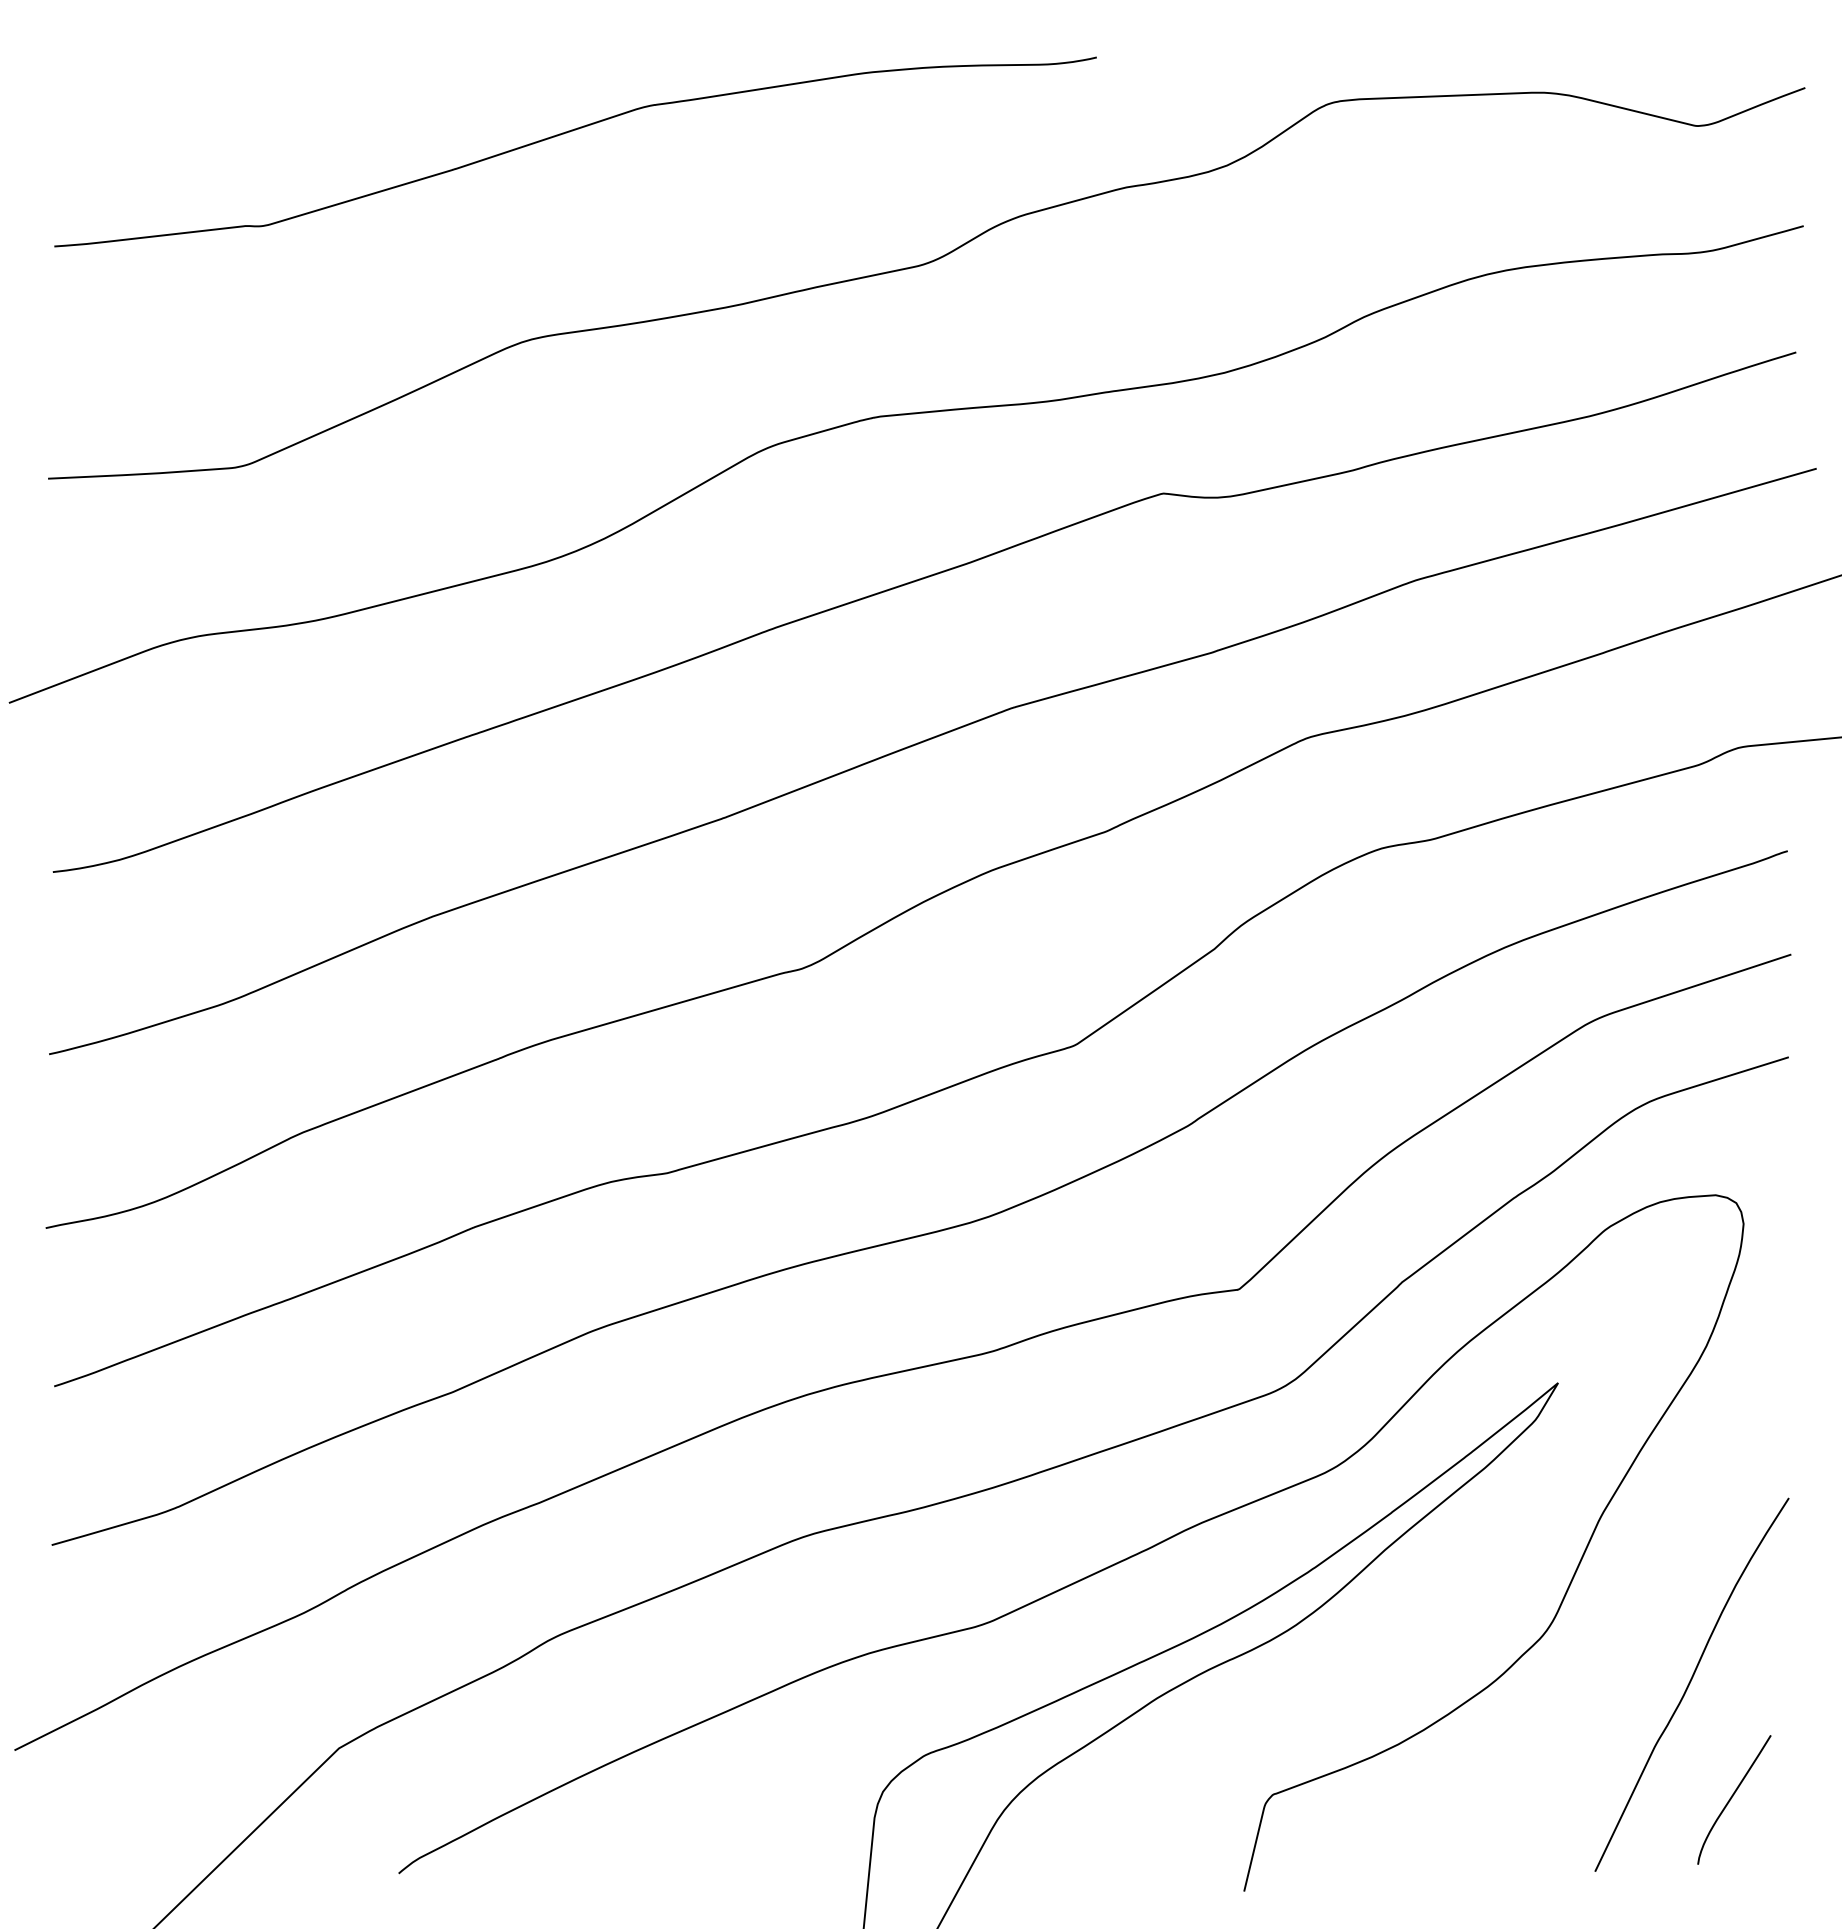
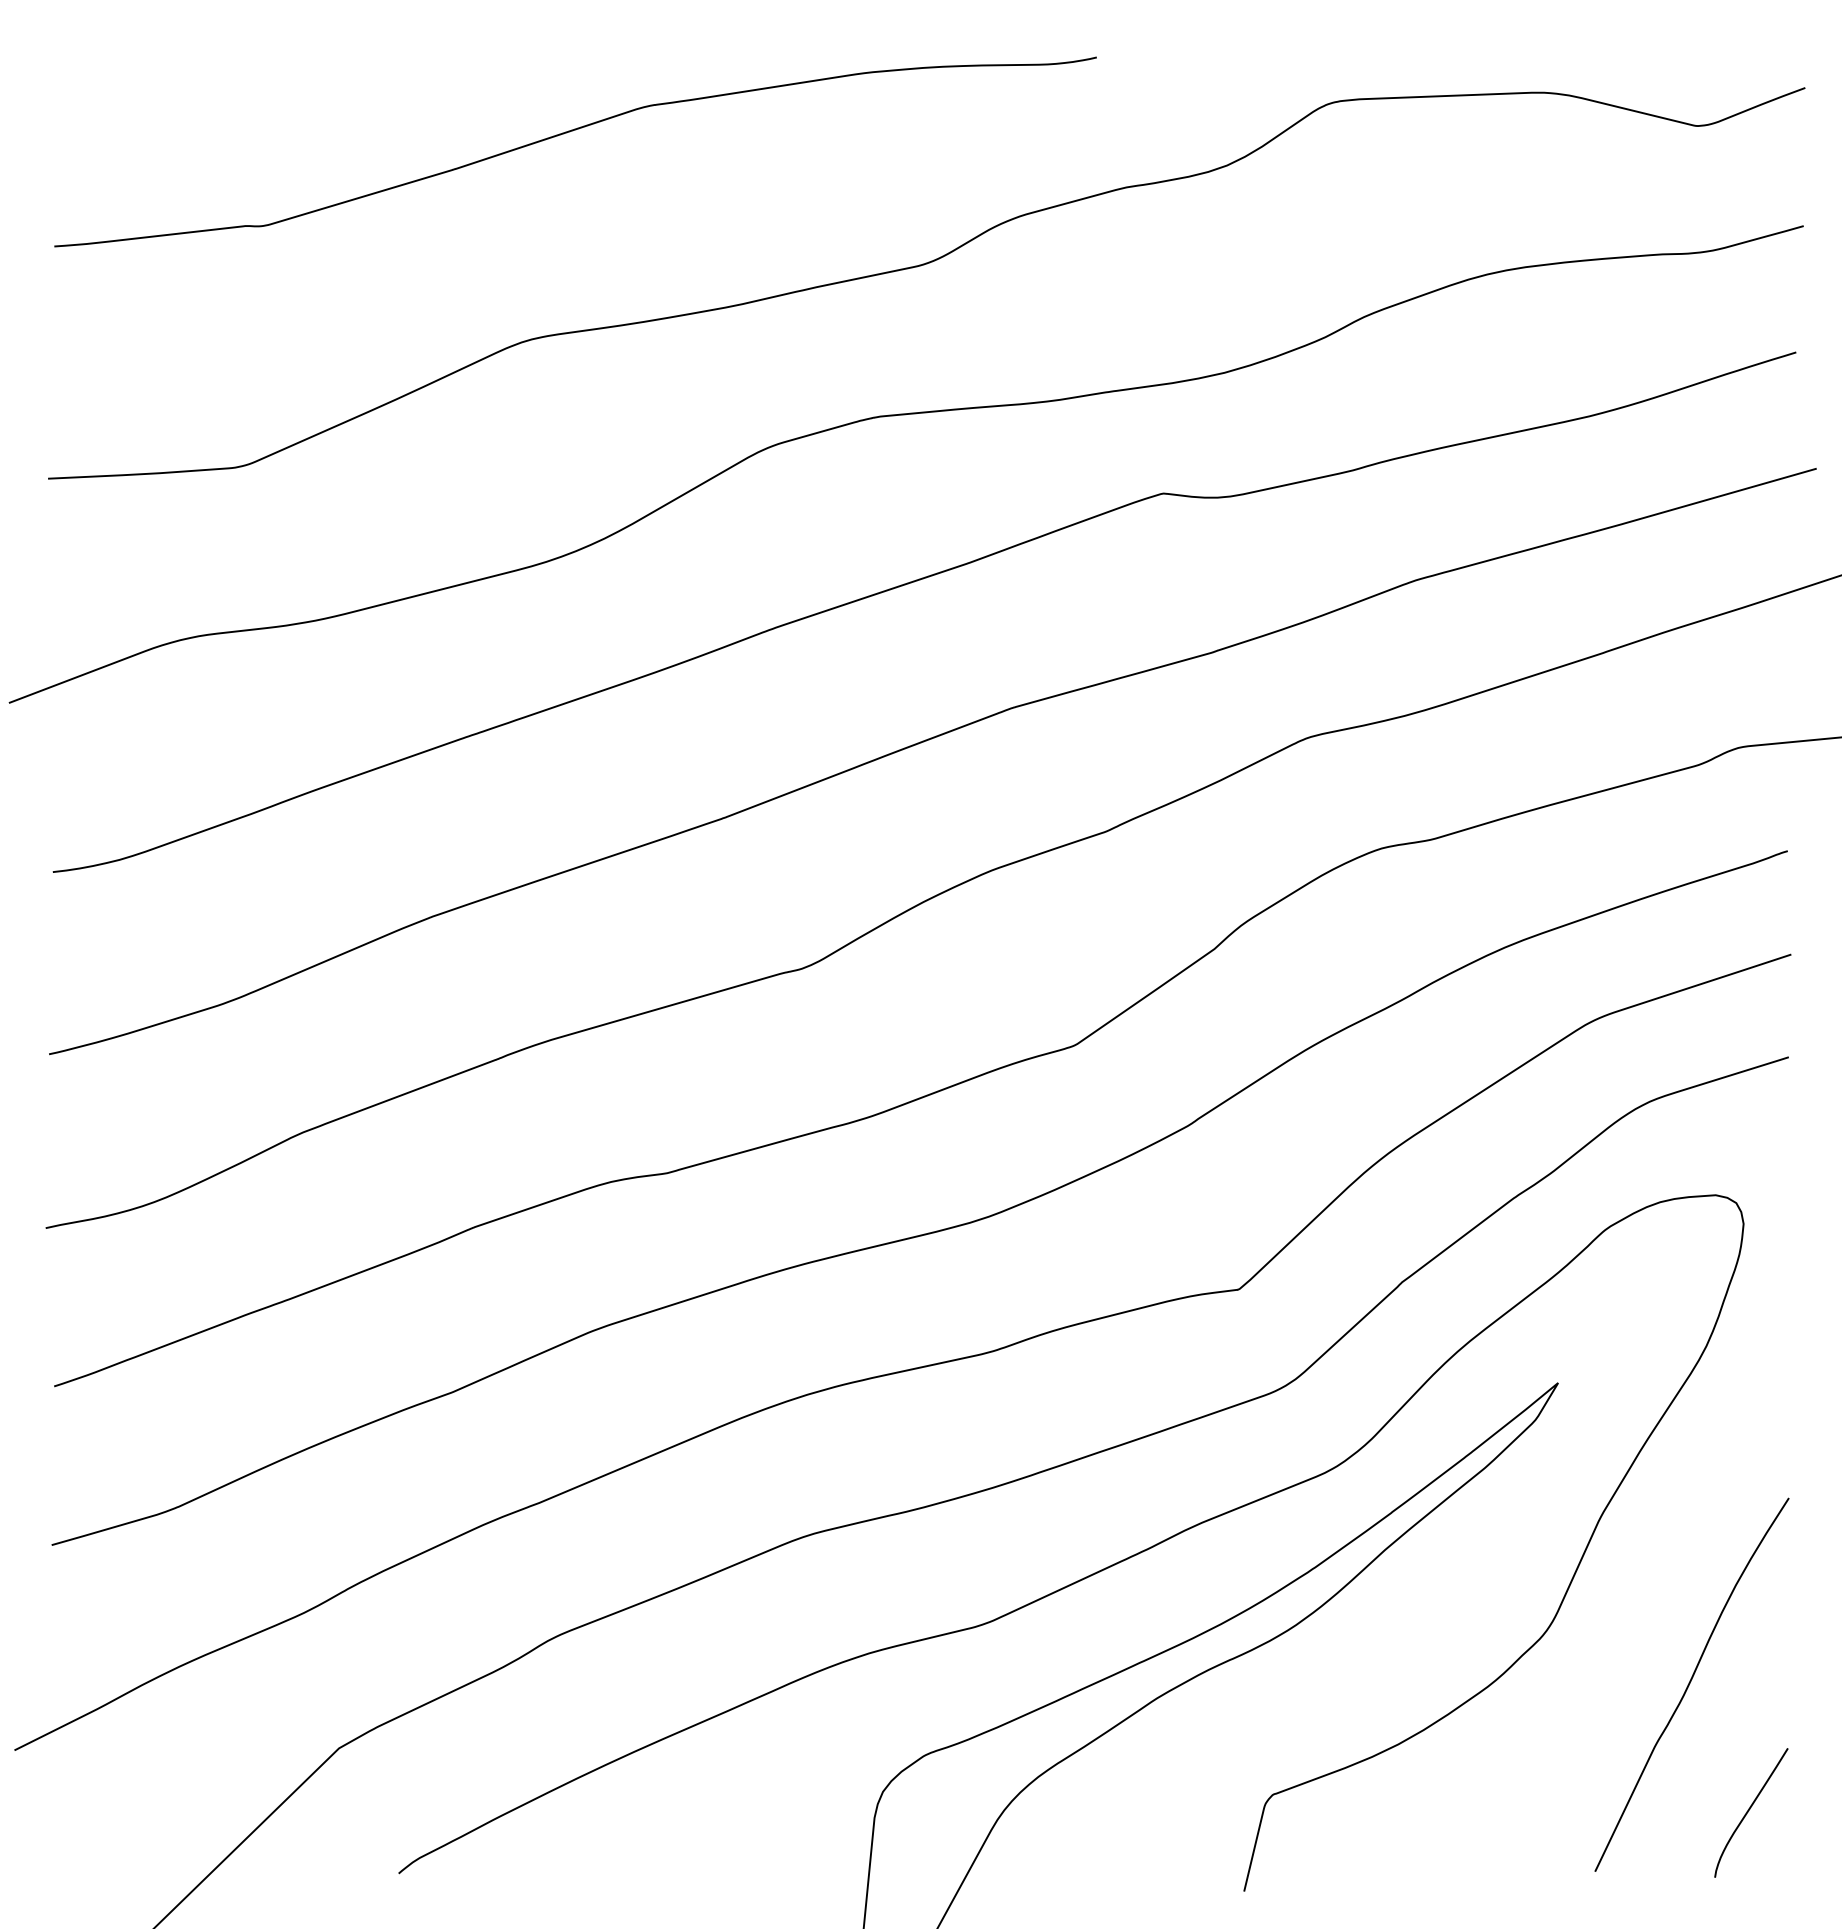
curve at (1732, 1797) position: (1732, 1797) -> (1749, 1810)
